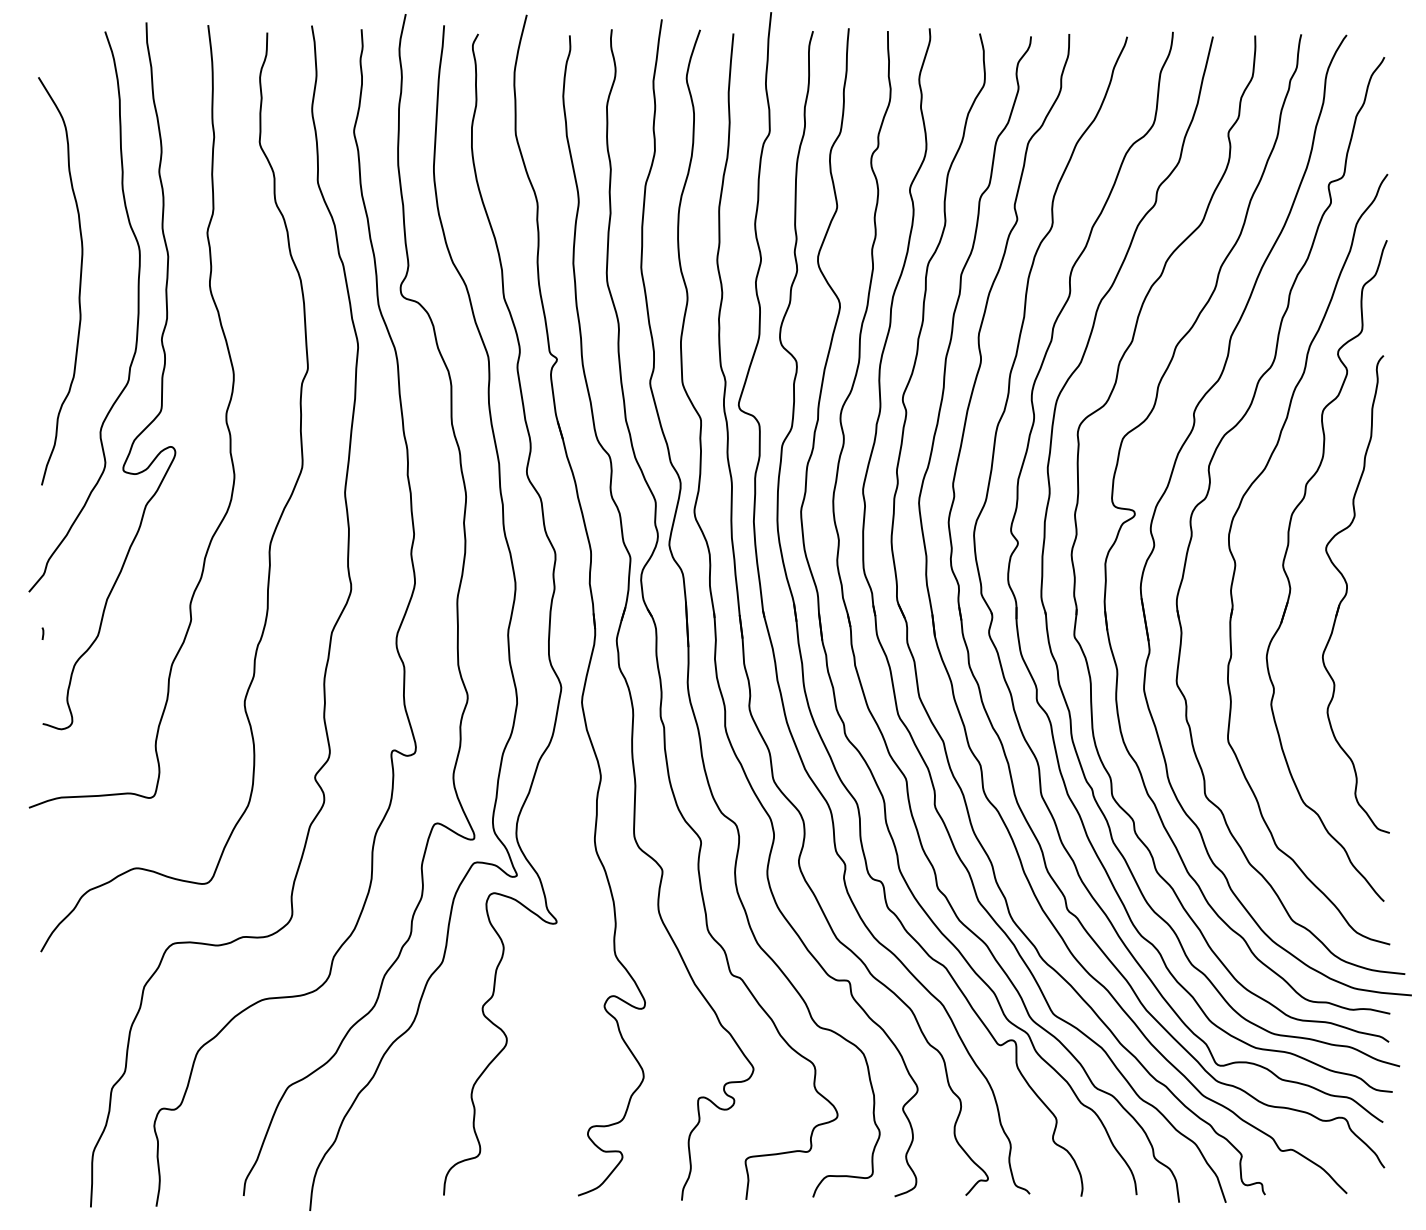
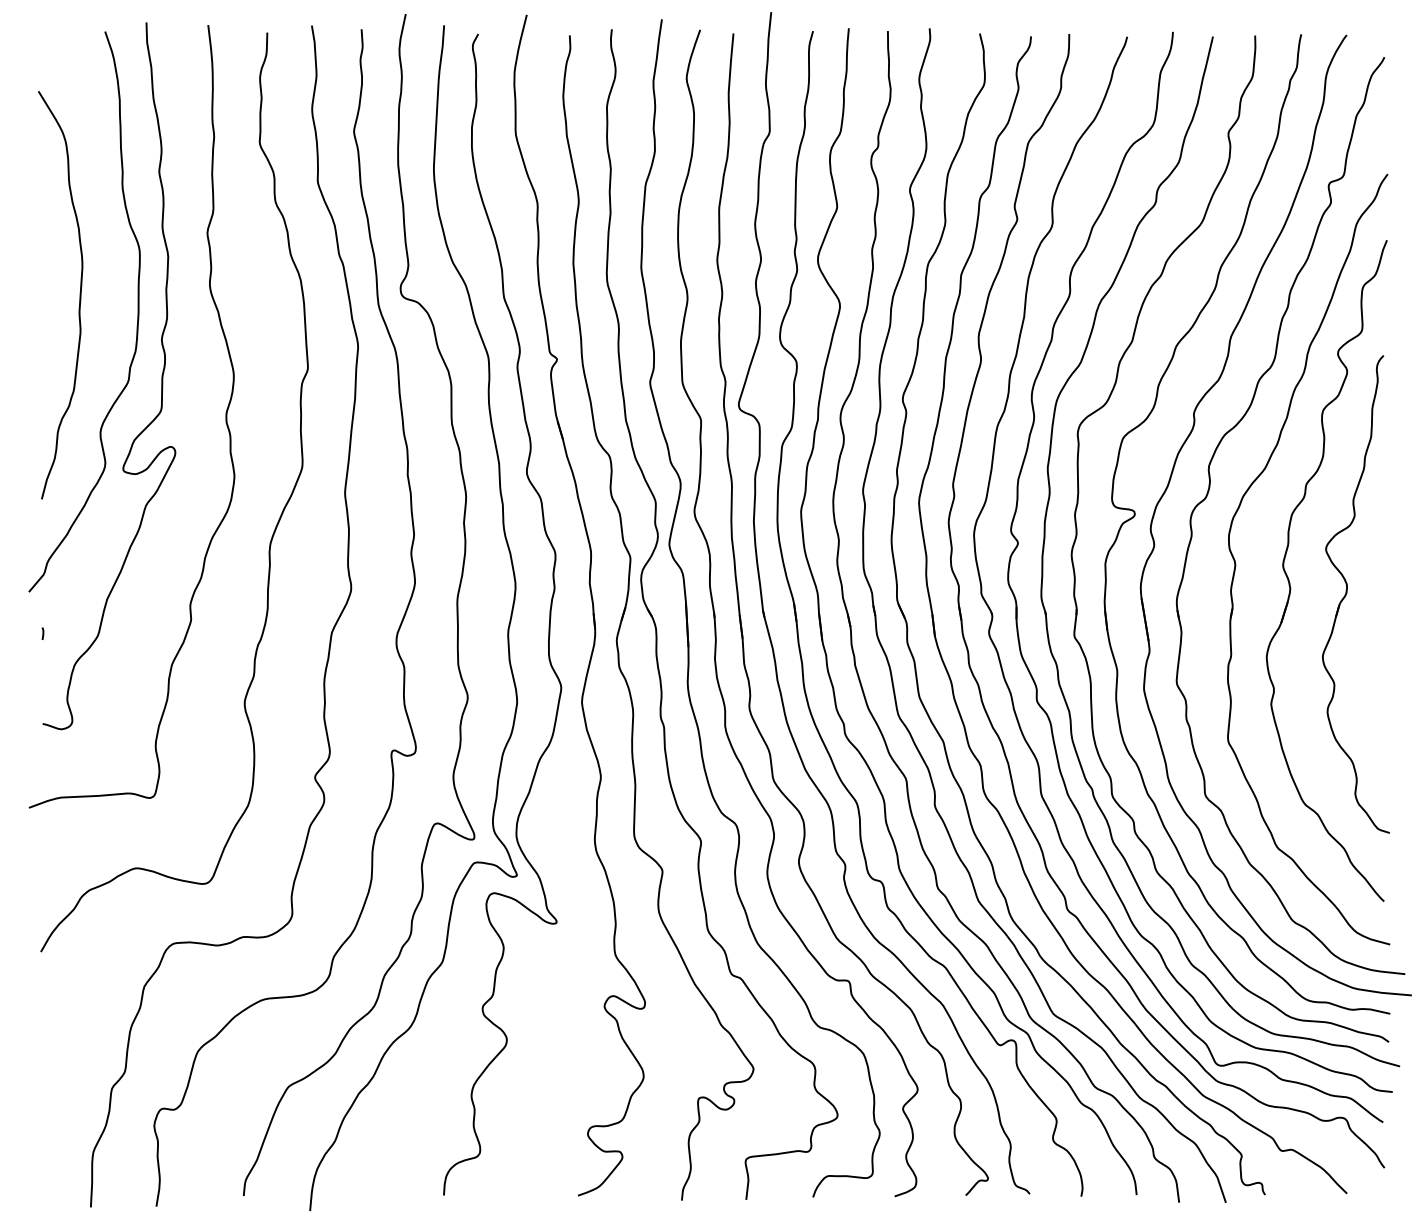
curve at (79, 281) position: (79, 281) -> (79, 295)
